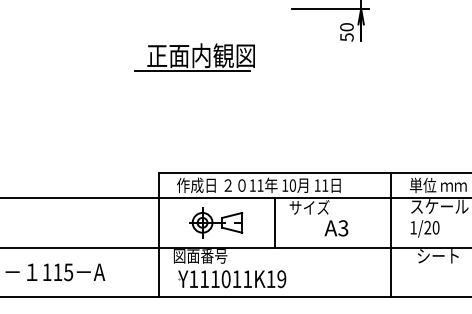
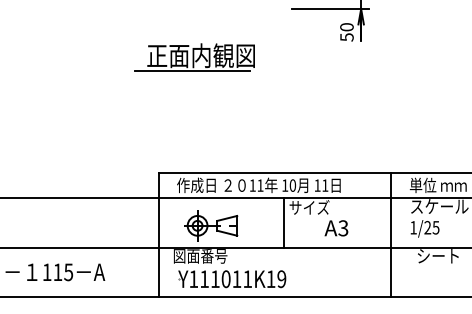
part at (216, 222) position: (216, 222) -> (211, 225)
line at (275, 222) position: (275, 222) -> (284, 222)
text at (435, 227): 1/20 -> 1/25
